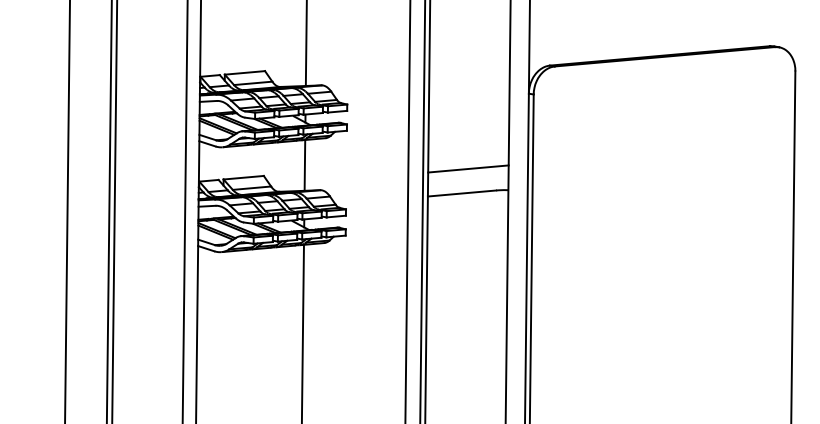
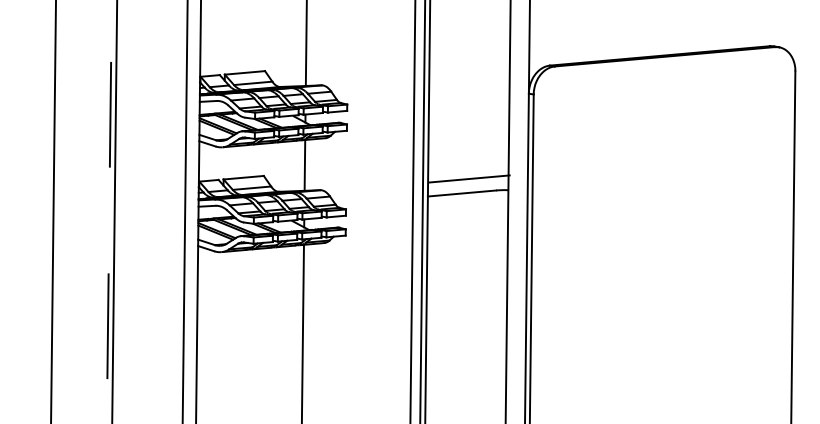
line at (468, 168) position: (468, 168) -> (469, 178)
line at (67, 211) position: (67, 211) -> (53, 211)
line at (407, 211) position: (407, 211) -> (412, 211)
line at (109, 212): solid -> dashed
